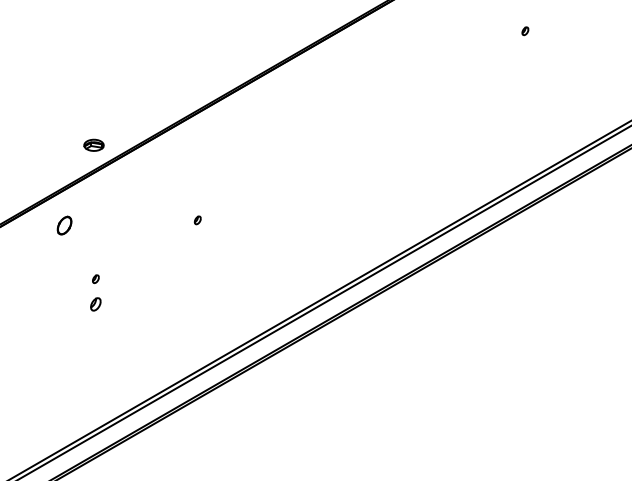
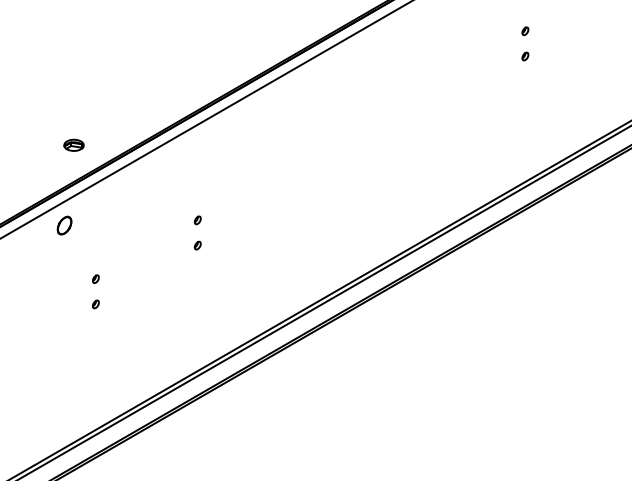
part at (525, 56): none -> present
line at (206, 119): none -> present
part at (93, 144) position: (93, 144) -> (73, 144)
part at (197, 245): none -> present
part at (95, 304) size: 12x15 px -> 8x11 px
